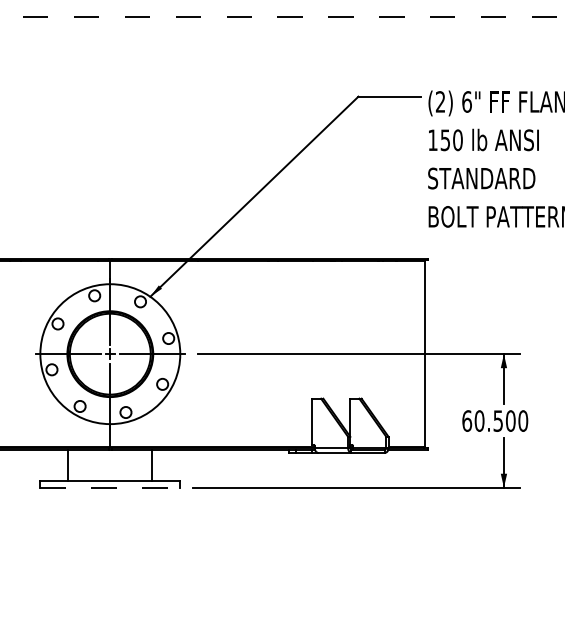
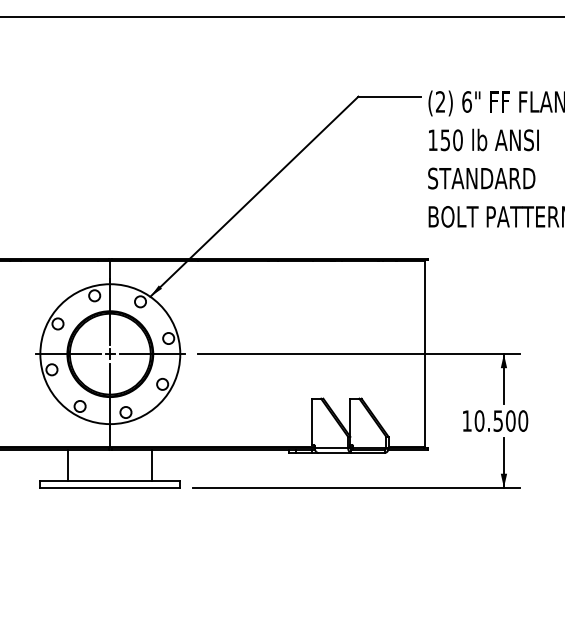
line at (282, 17): dashed -> solid
text at (467, 420): 60.500 -> 10.500
line at (110, 487): dashed -> solid
